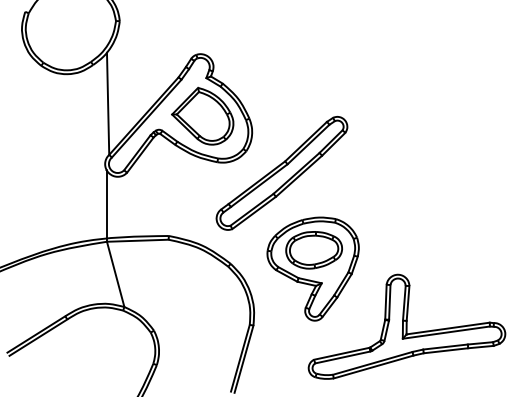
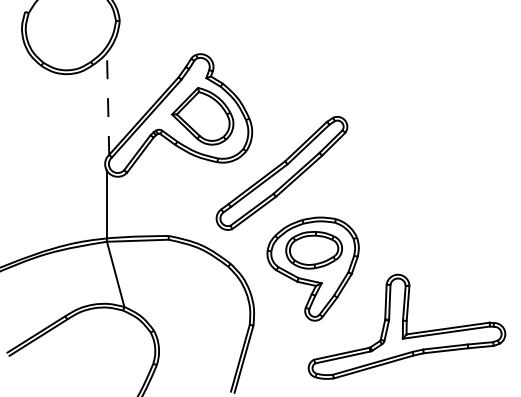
line at (108, 103): solid -> dashed
